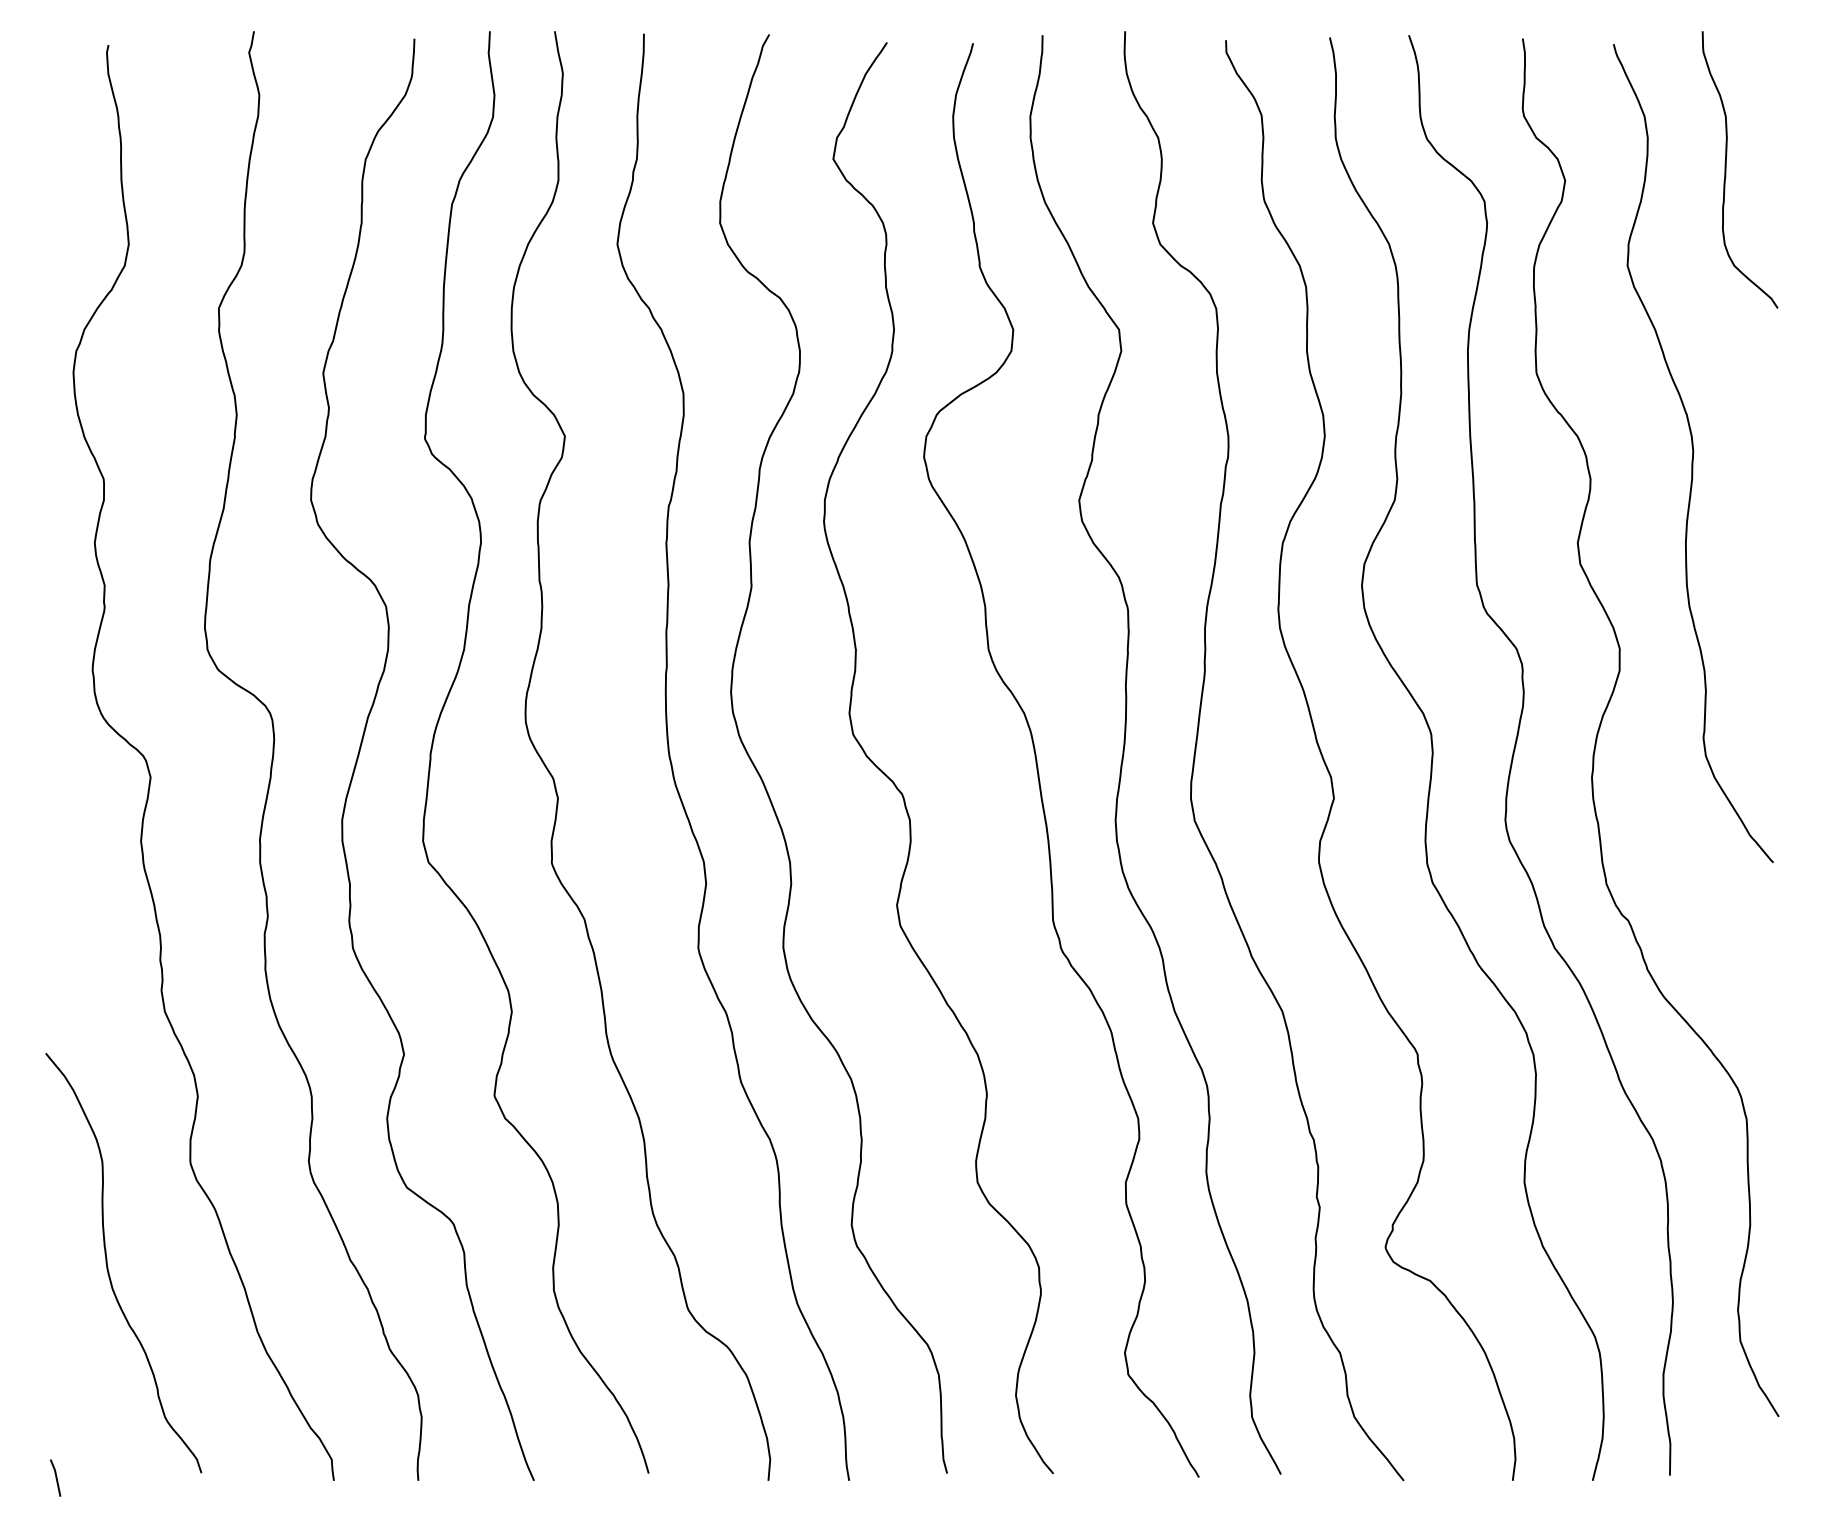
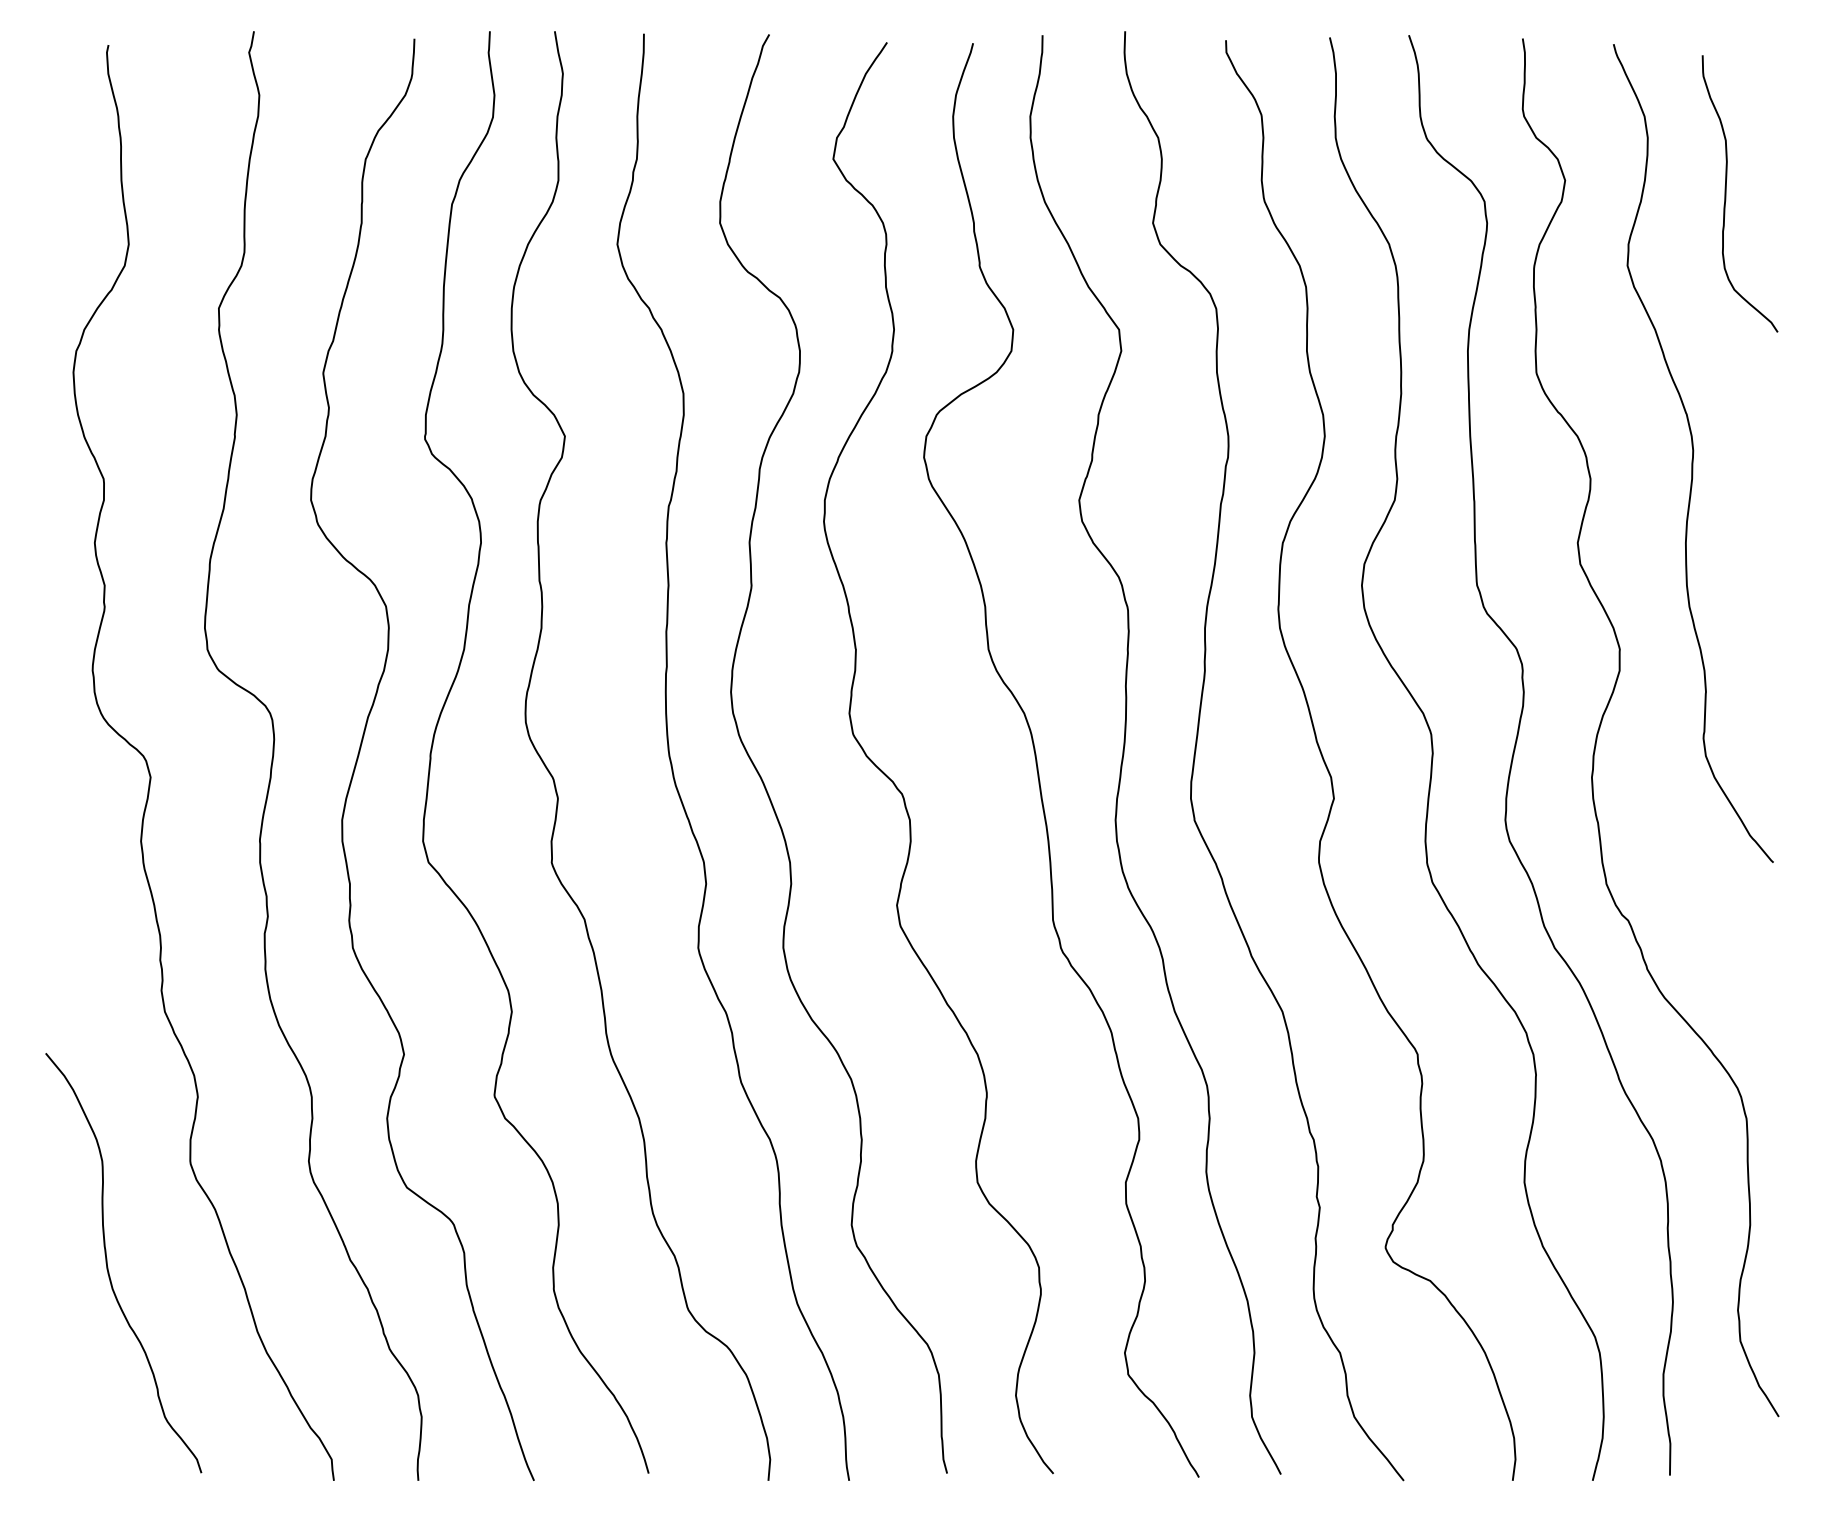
curve at (1726, 169) position: (1726, 169) -> (1726, 193)
line at (55, 1477): present -> none
